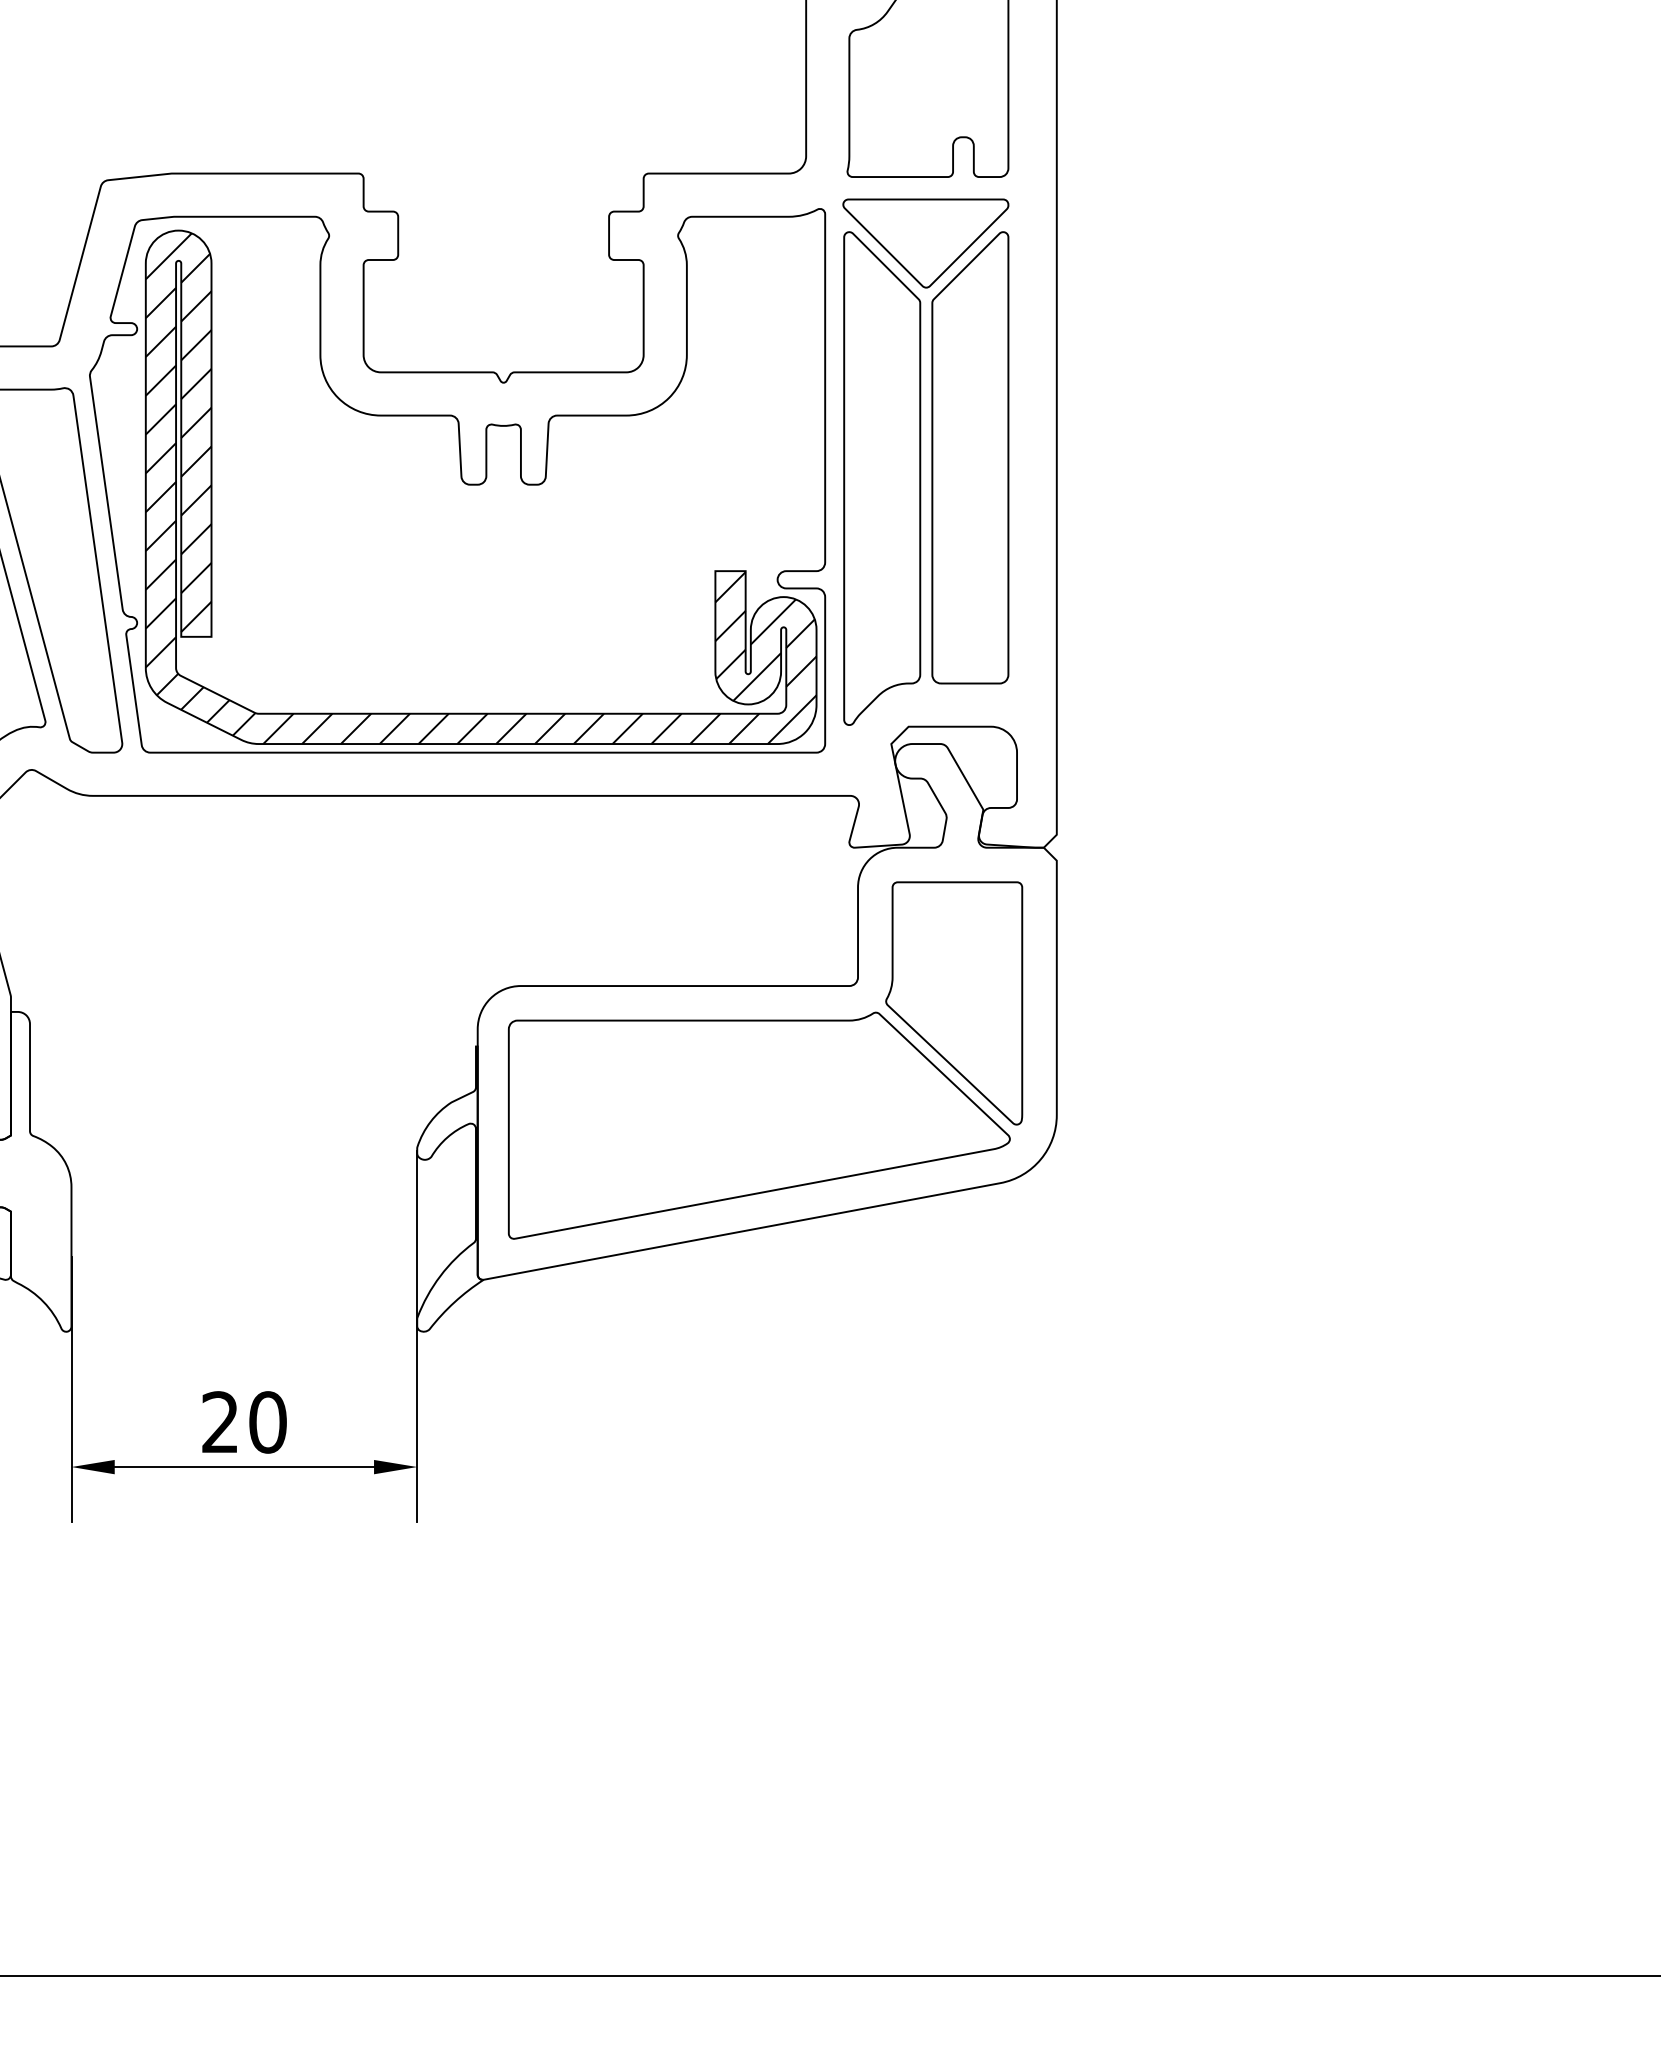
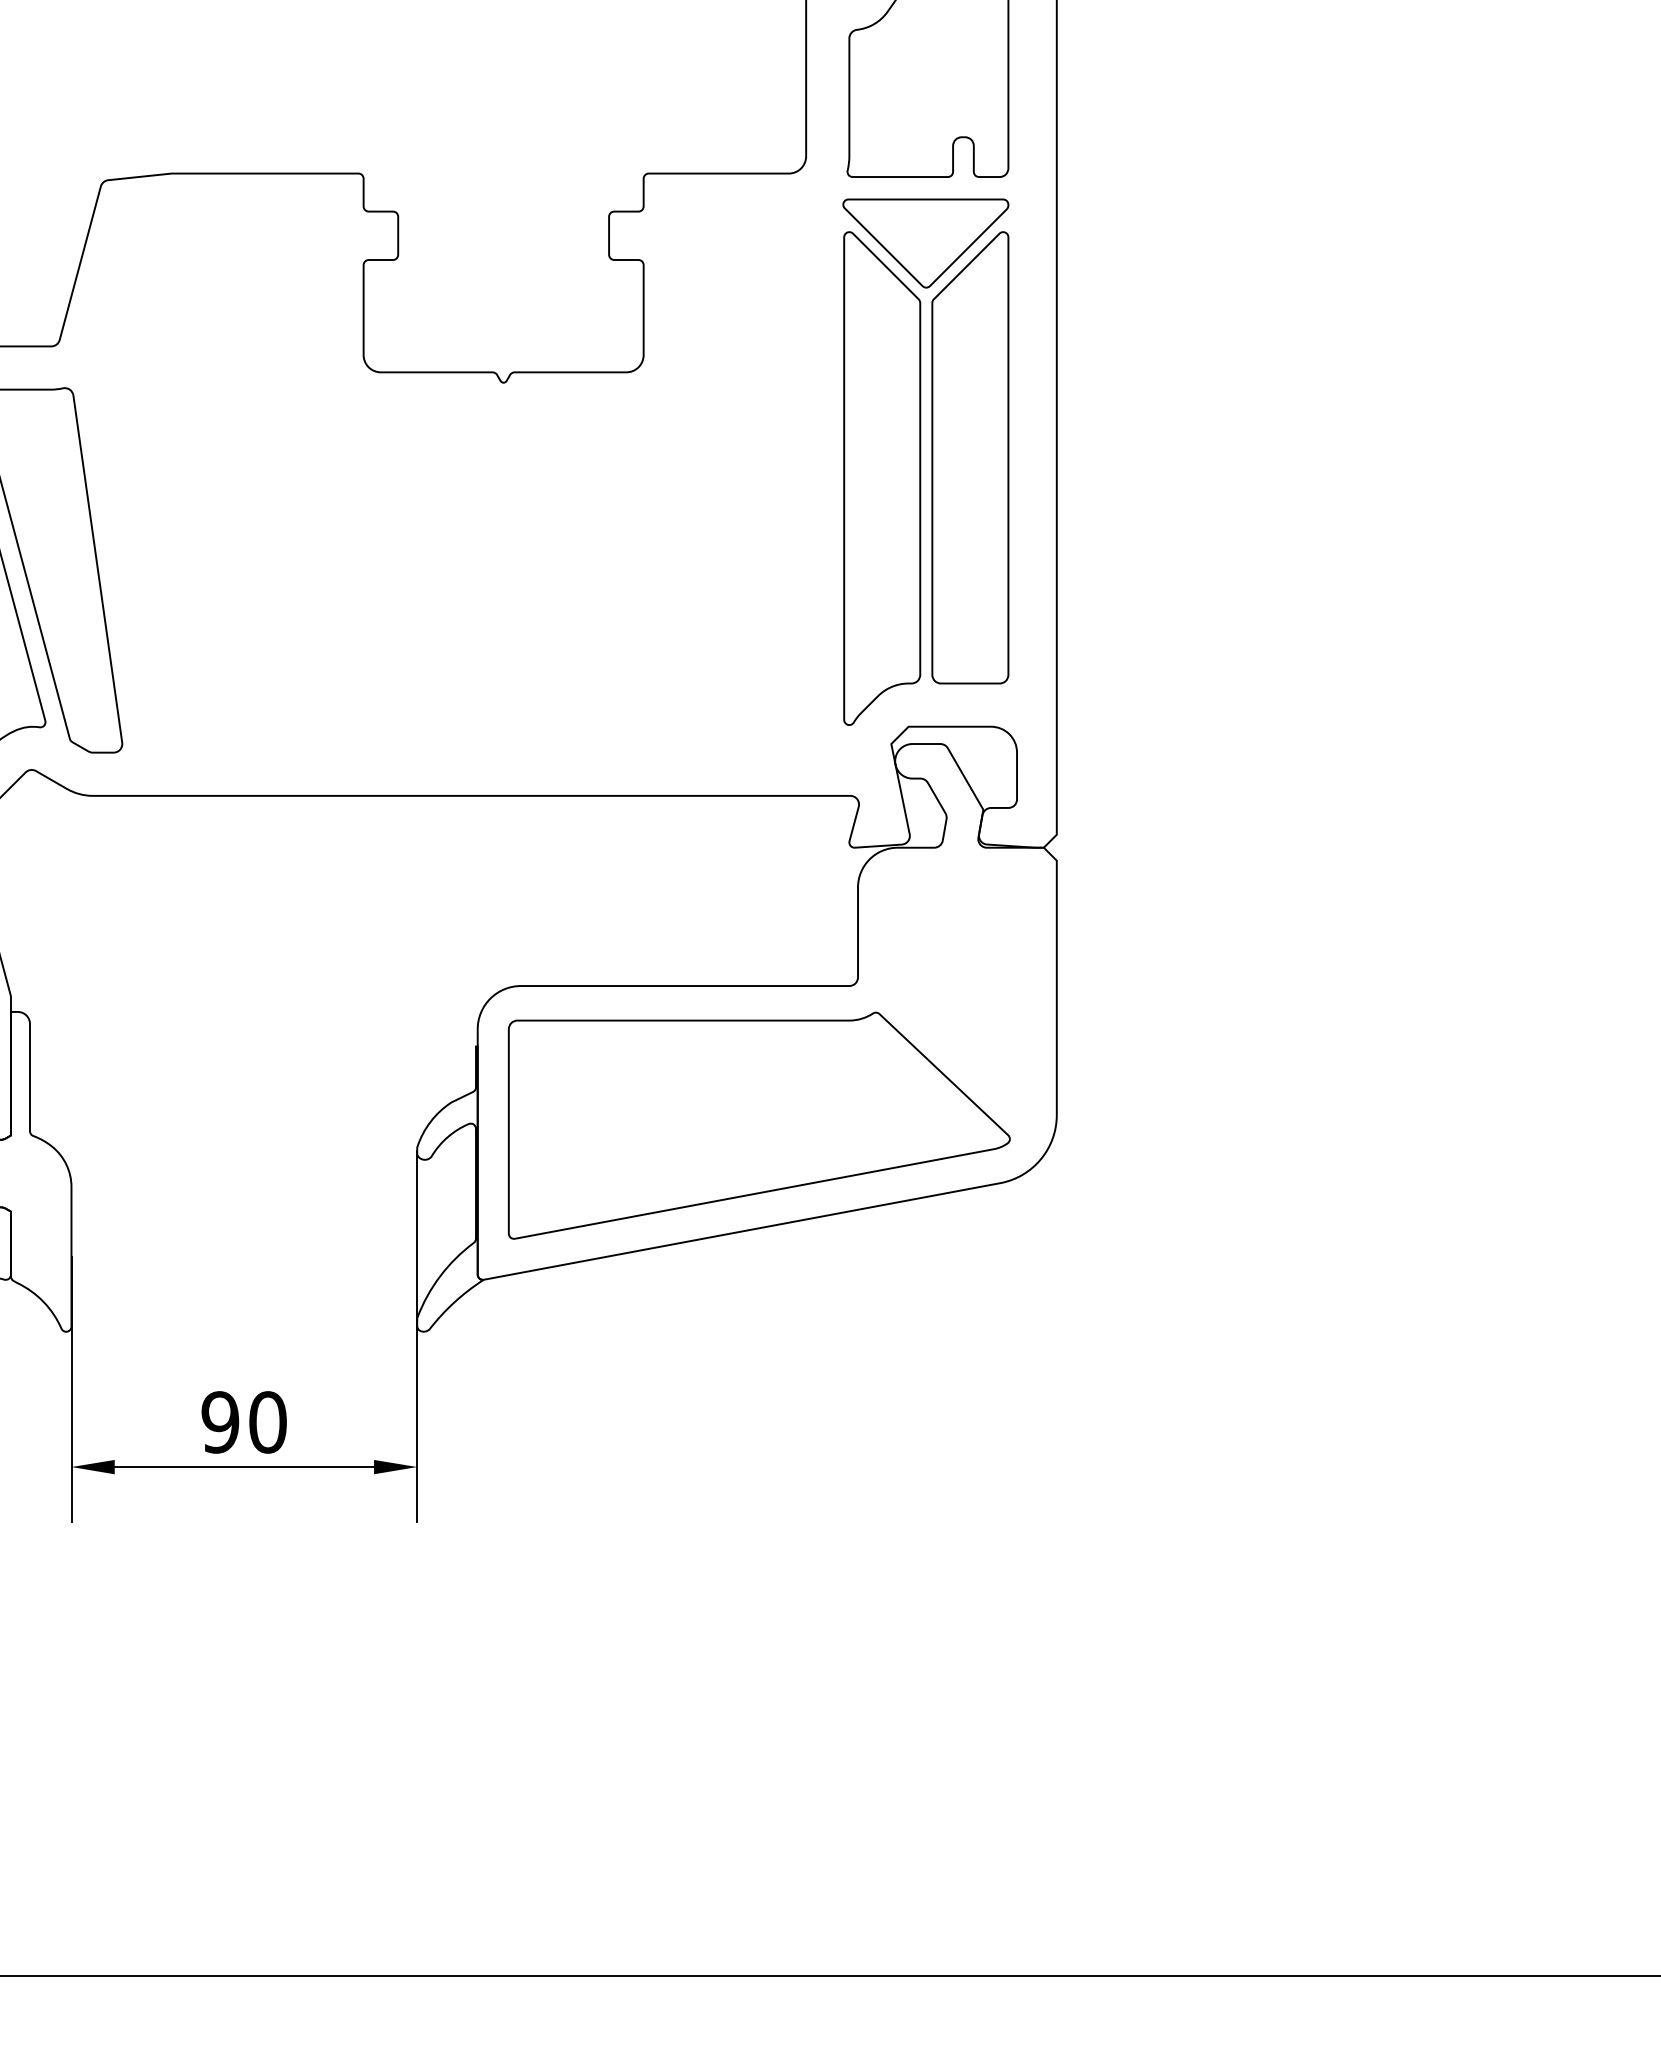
part at (457, 480): present -> none
part at (954, 1003): present -> none
text at (220, 1422): 20 -> 90
